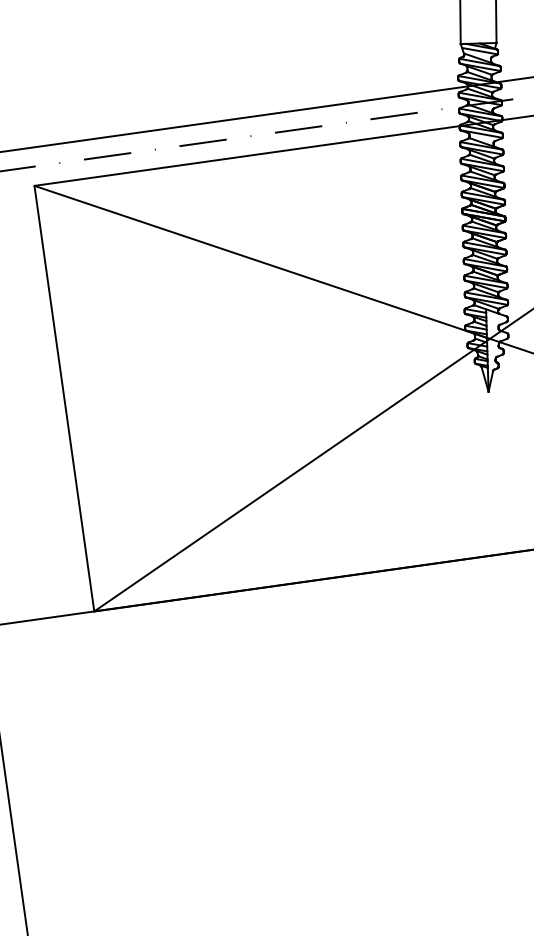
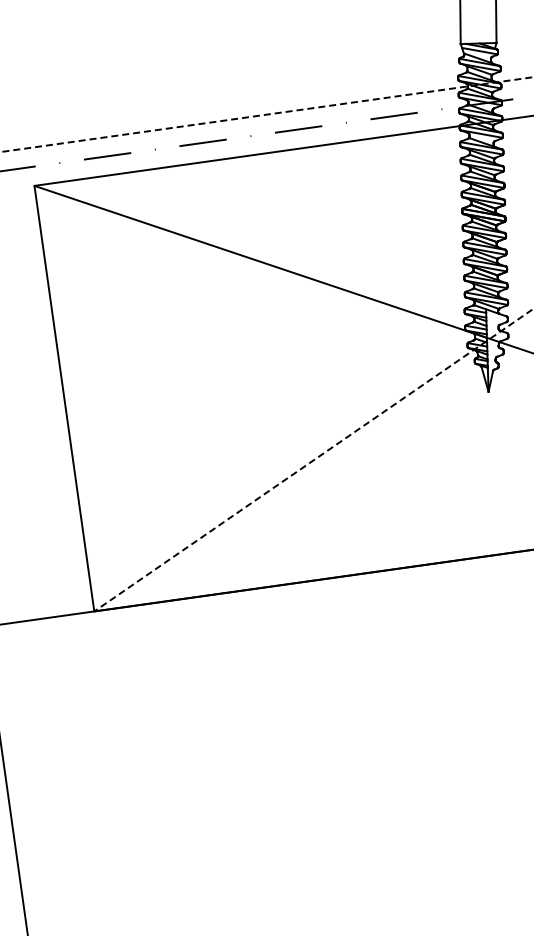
line at (267, 114): solid -> dashed
line at (313, 460): solid -> dashed
